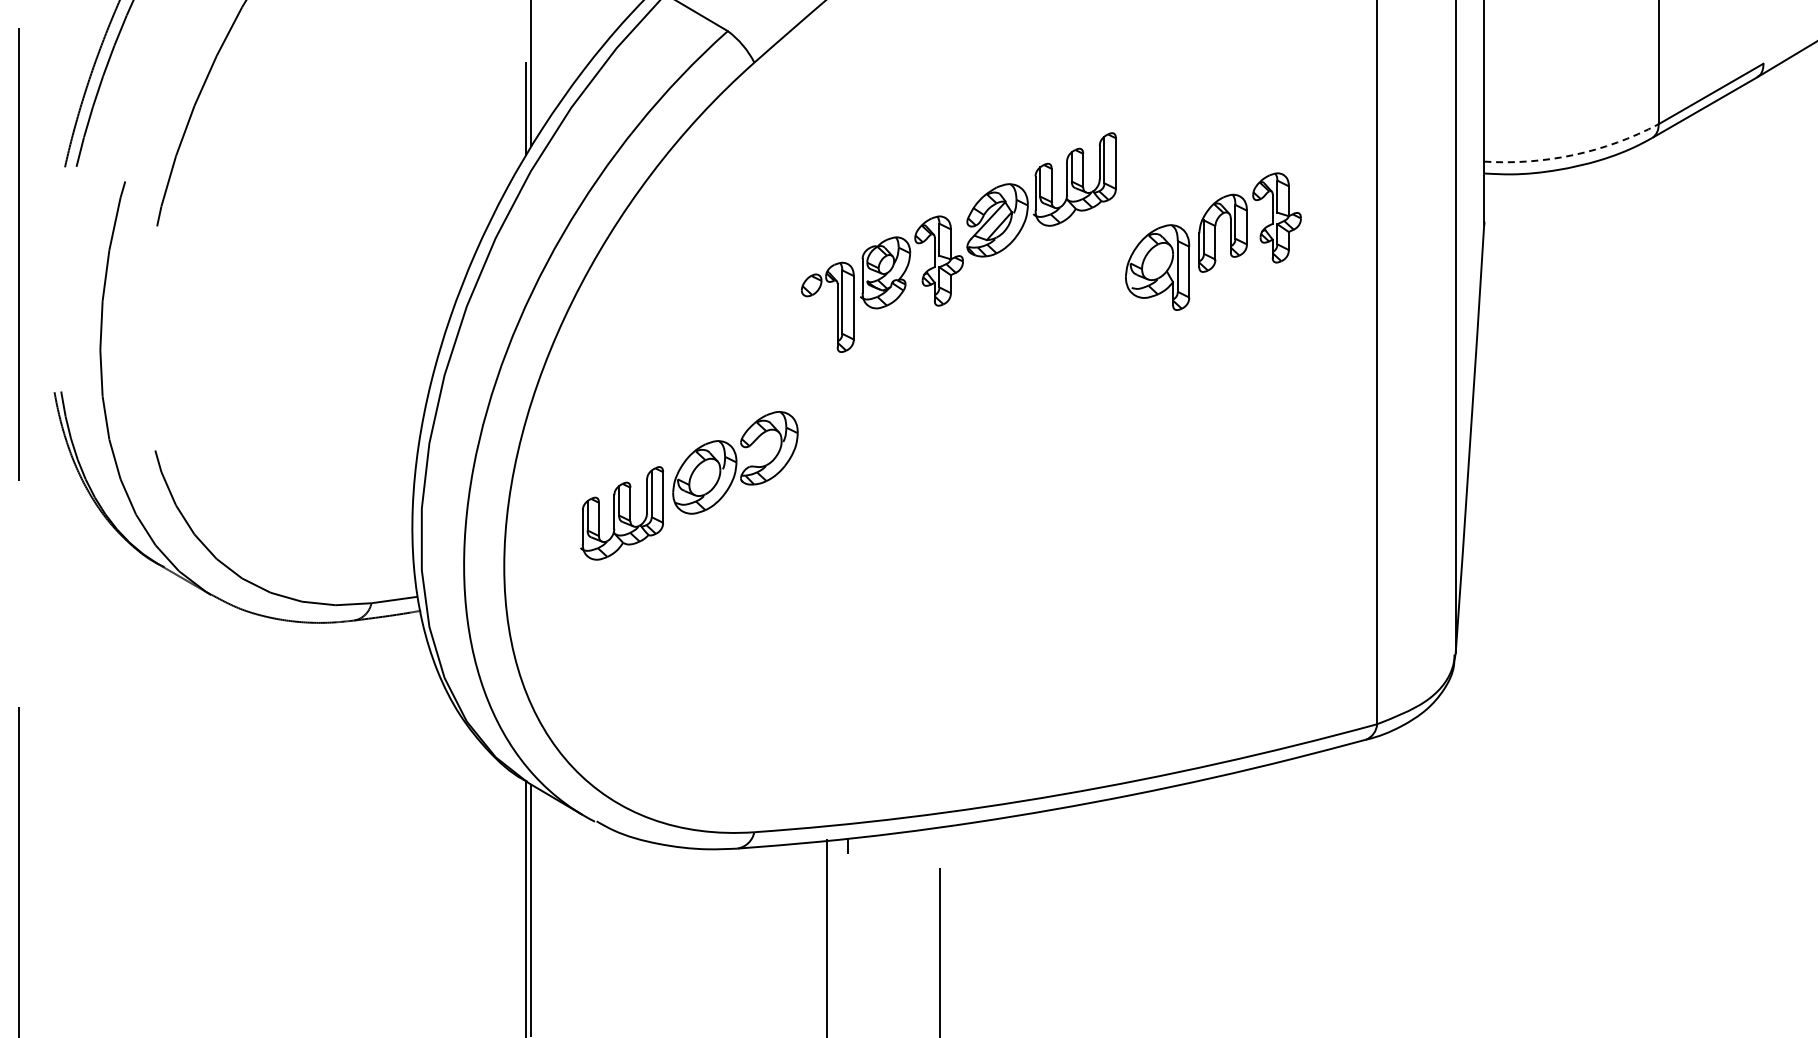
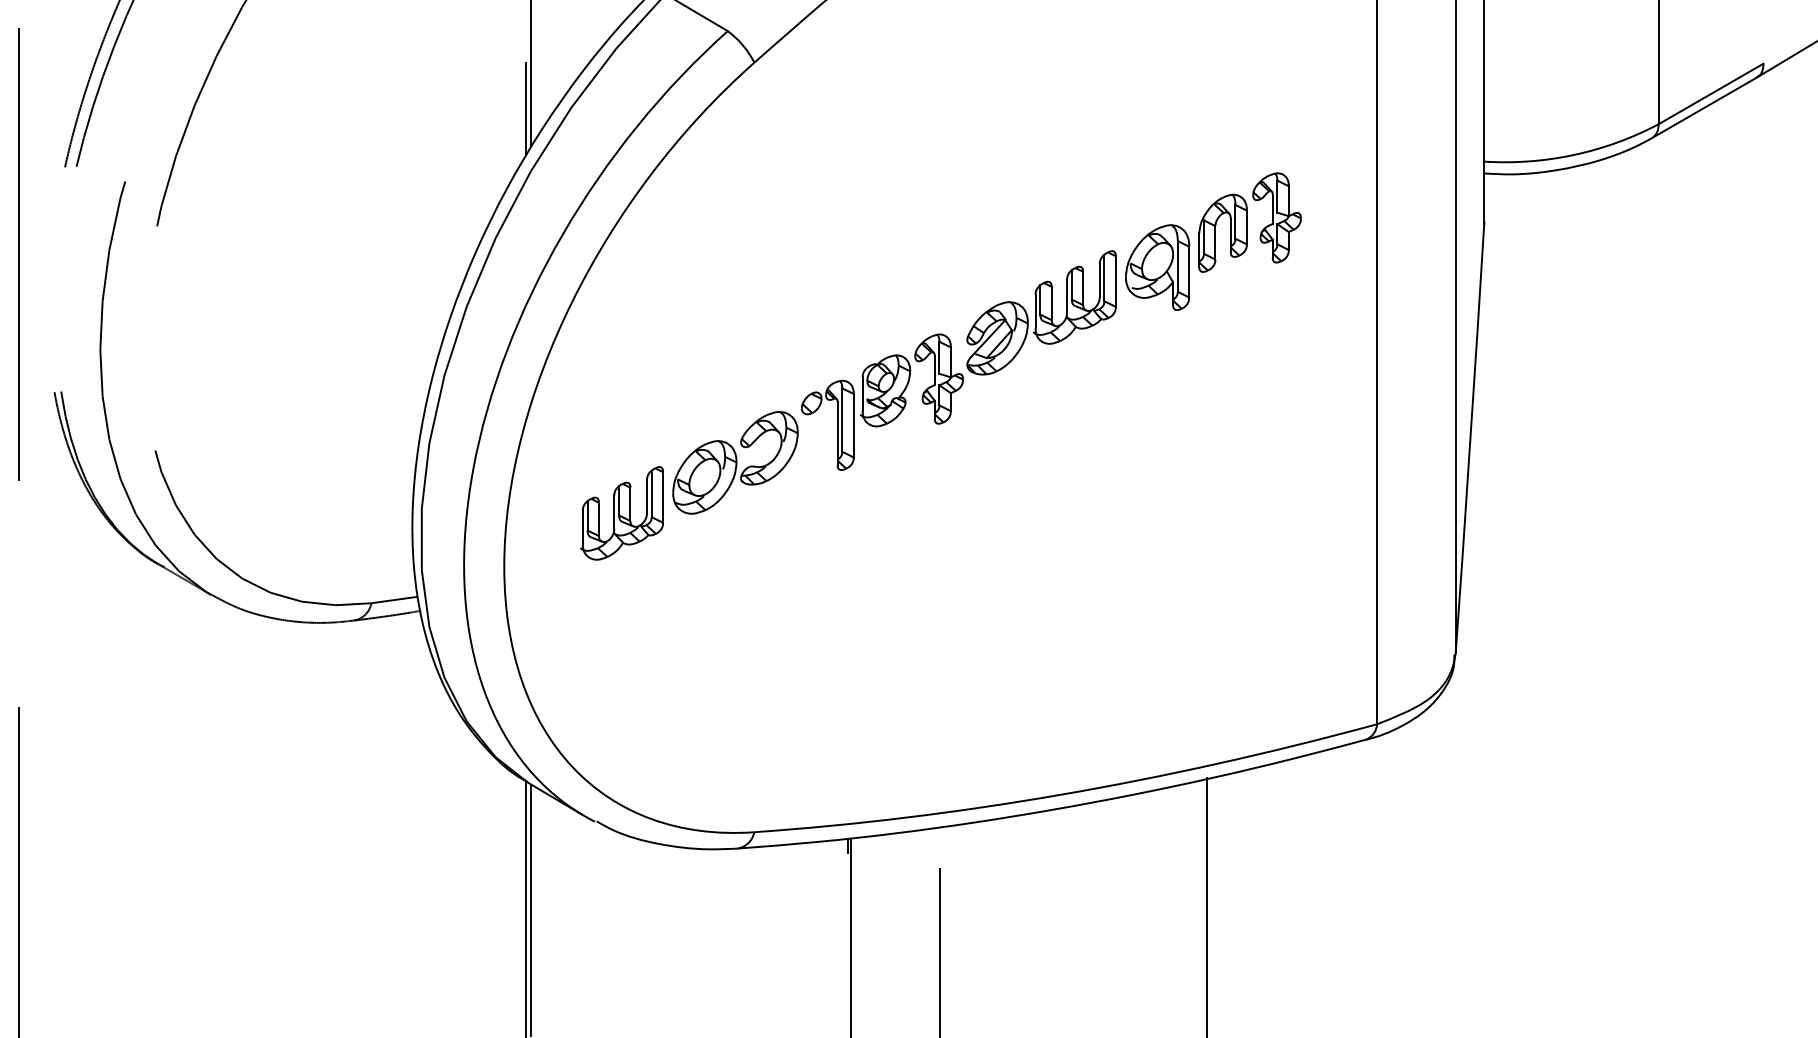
arc at (1573, 154): dashed -> solid
part at (951, 242) position: (951, 242) -> (951, 360)
line at (1207, 906): none -> present
line at (827, 936) position: (827, 936) -> (851, 936)
